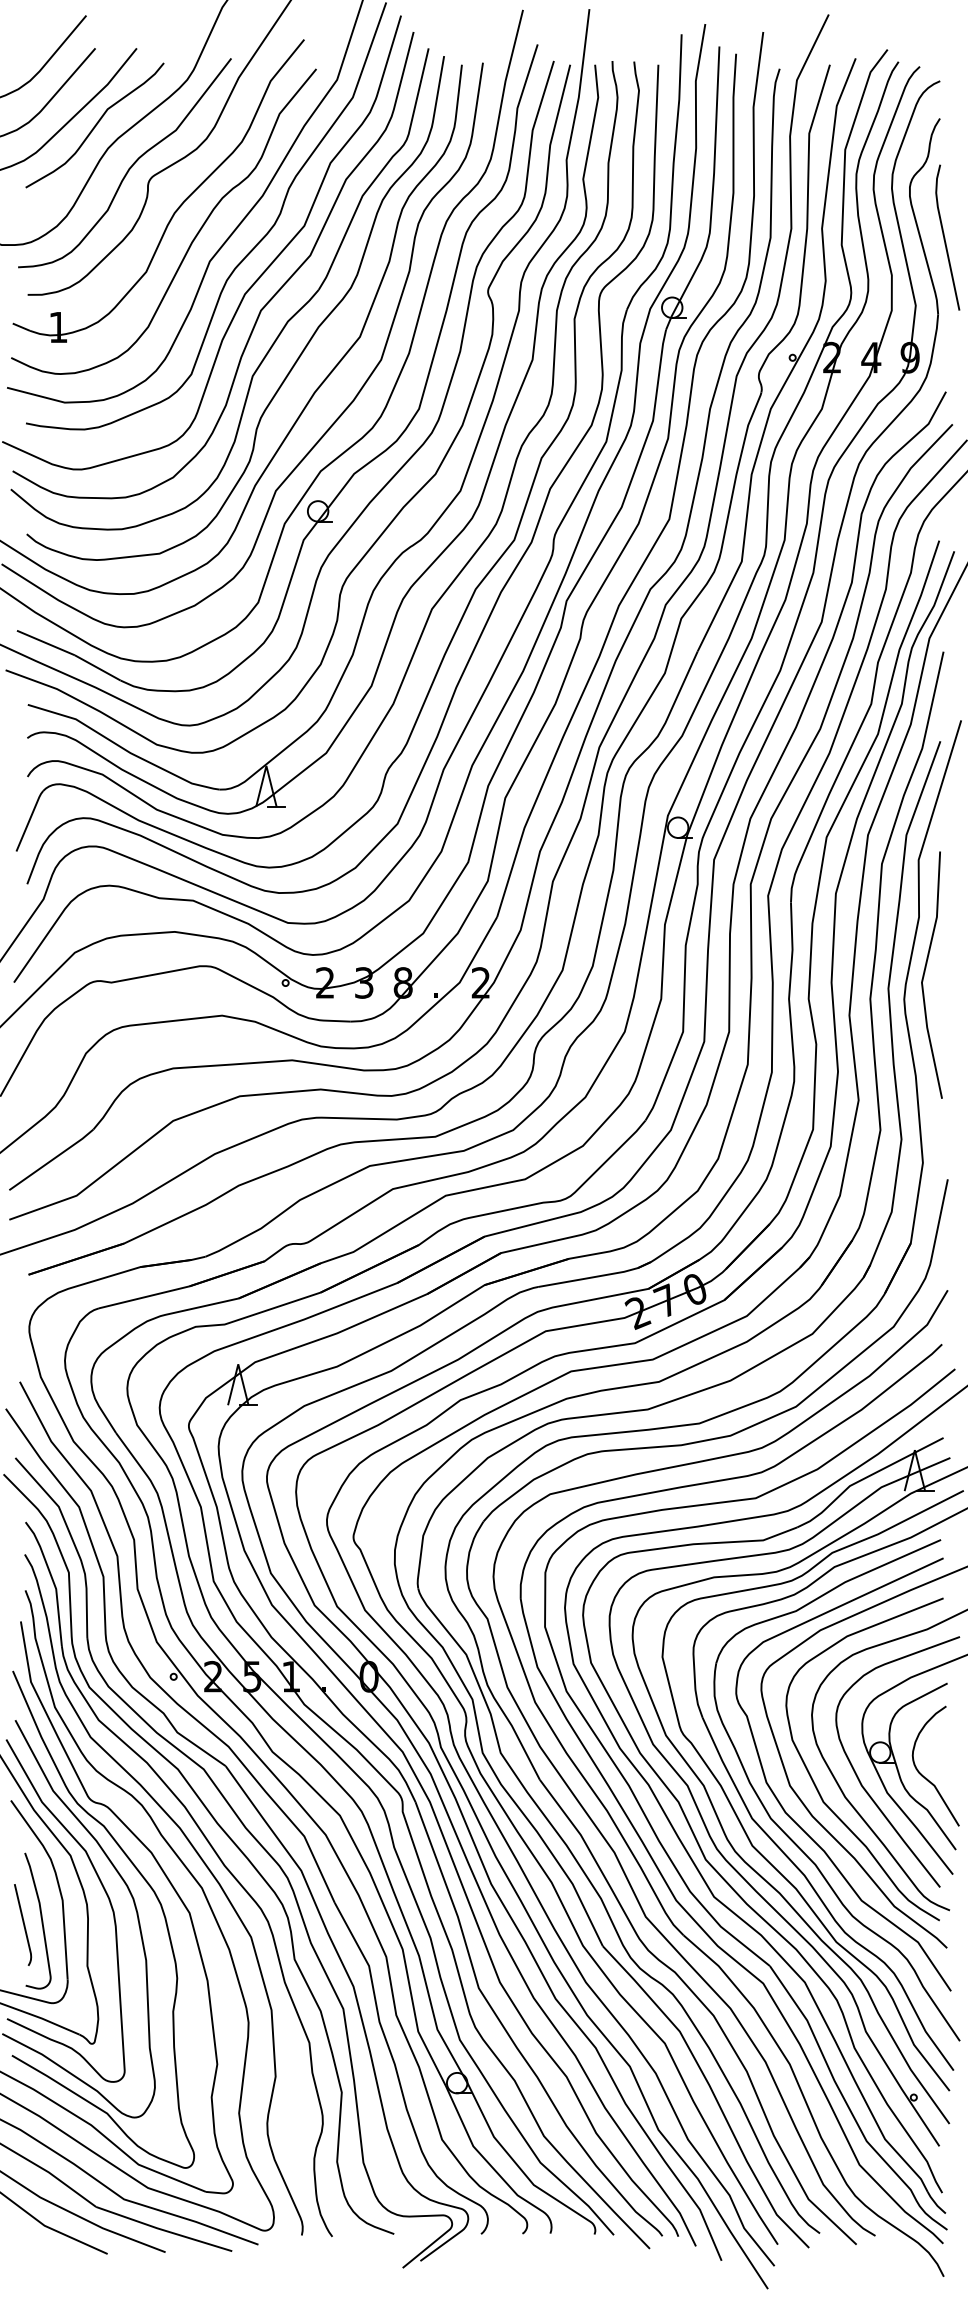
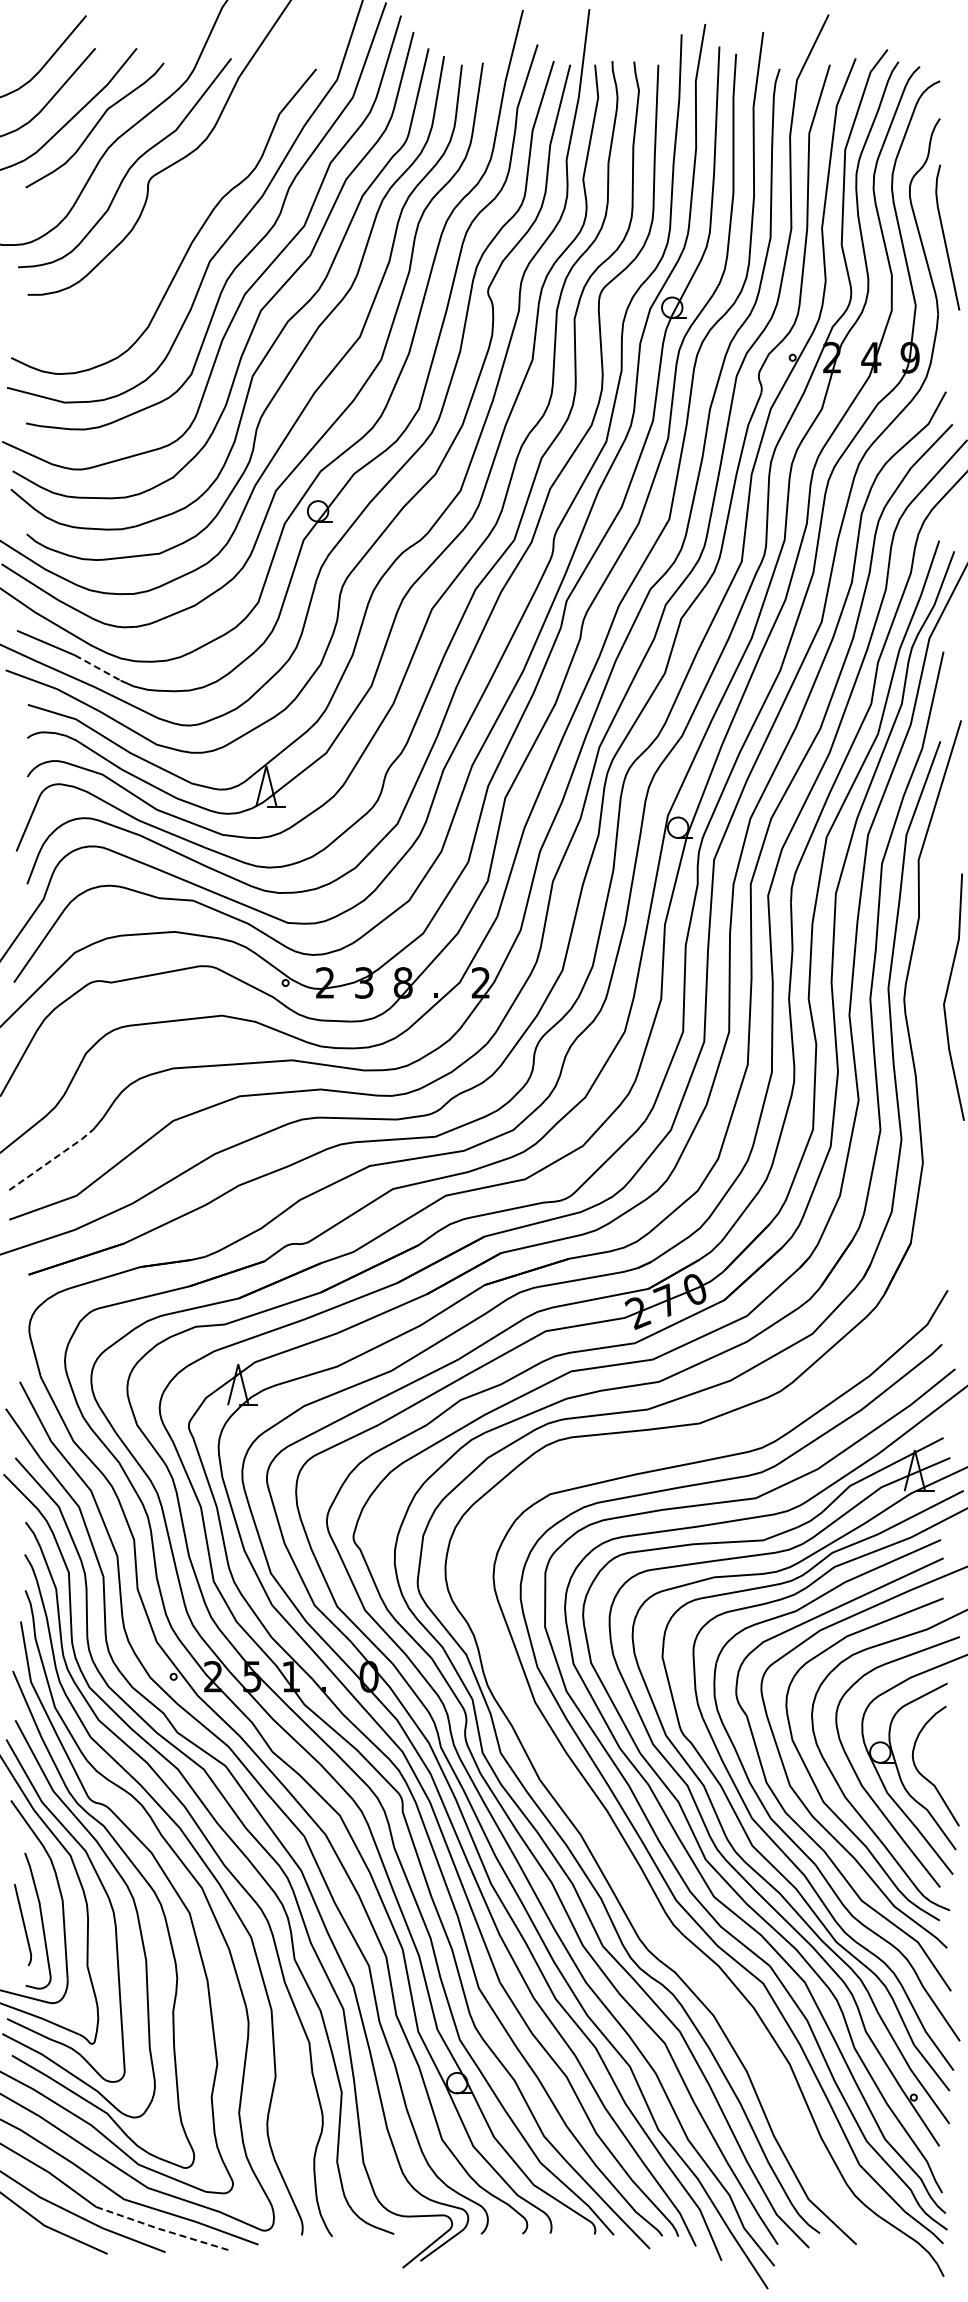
part at (178, 206): present -> none
line at (98, 668): solid -> dashed
line at (925, 972) position: (925, 972) -> (947, 994)
line at (52, 1159): solid -> dashed
part at (578, 1799): present -> none
line at (163, 2230): solid -> dashed
